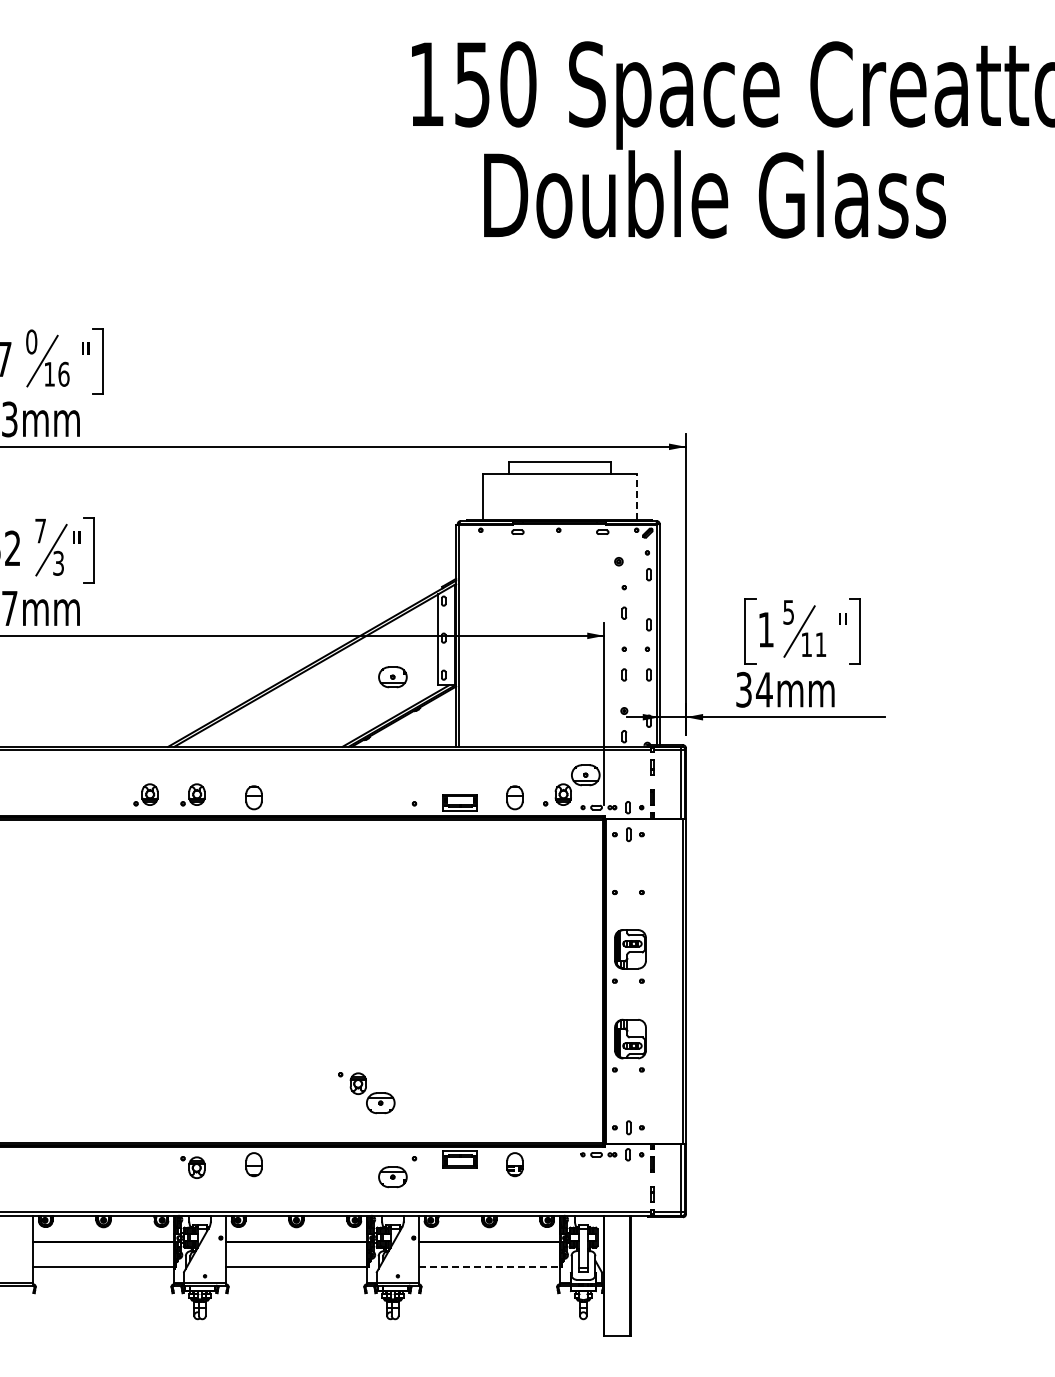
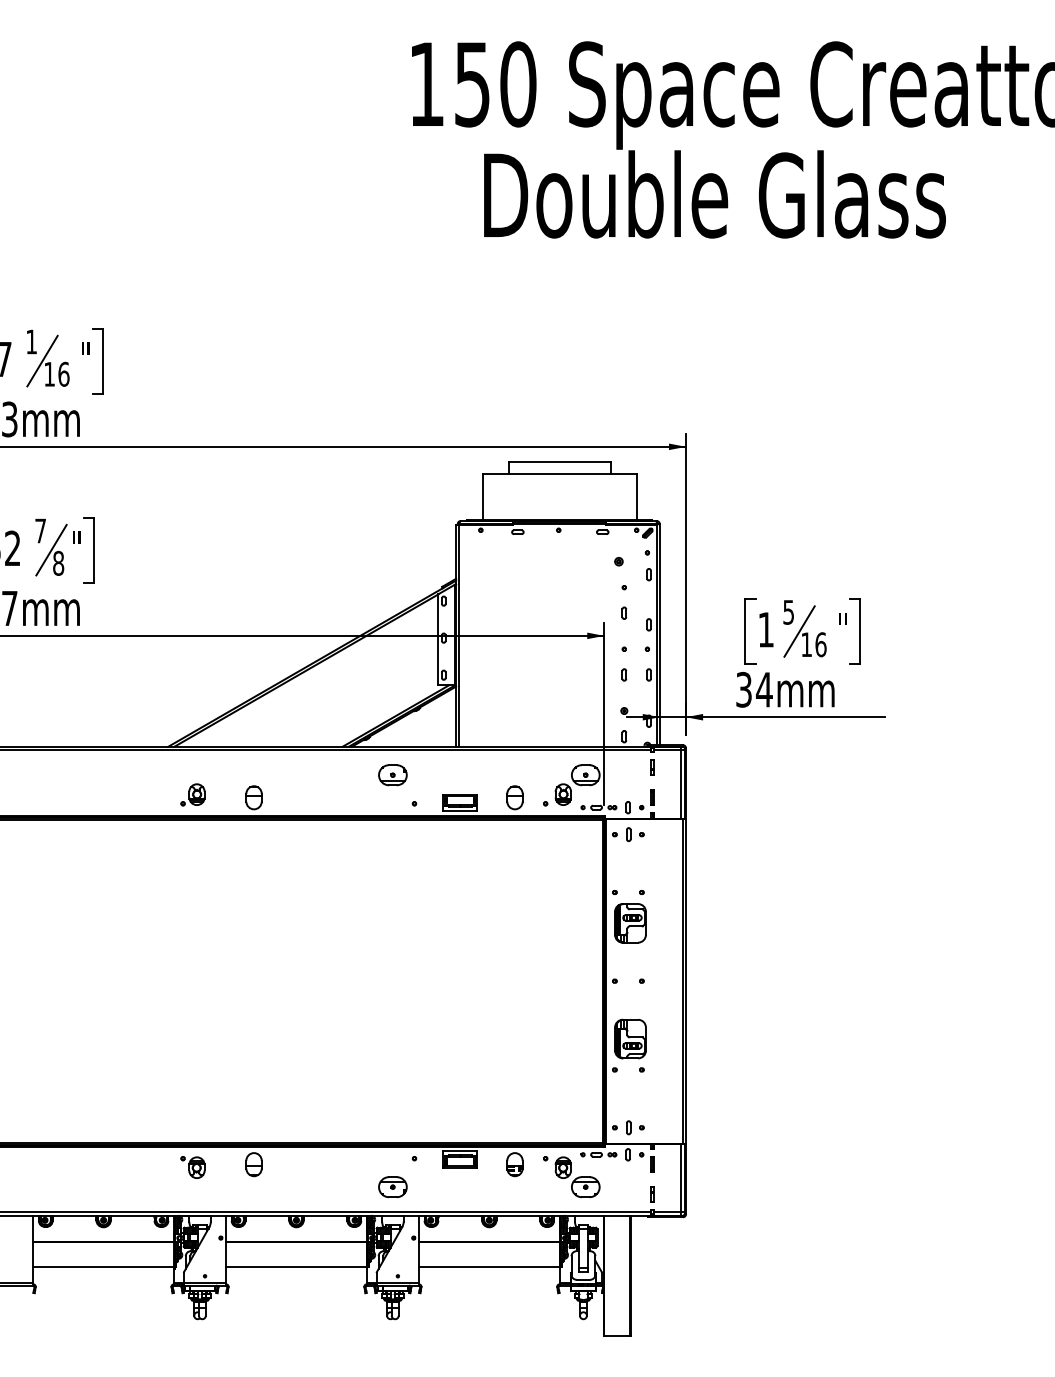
text at (31, 341): 0 -> 1
line at (636, 496): dashed -> solid
text at (58, 563): 3 -> 8
text at (820, 644): 11 -> 16
part at (392, 677) position: (392, 677) -> (392, 775)
part at (145, 794): present -> none
part at (630, 949) position: (630, 949) -> (630, 923)
part at (366, 1093) position: (366, 1093) -> (571, 1177)
part at (392, 1177) position: (392, 1177) -> (392, 1187)
line at (489, 1267): dashed -> solid
